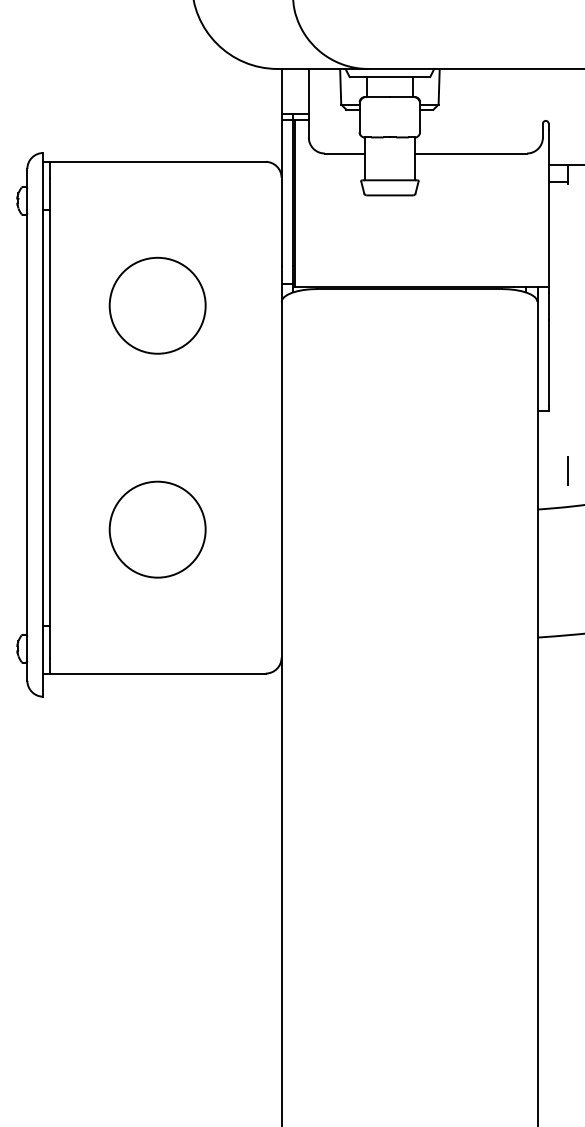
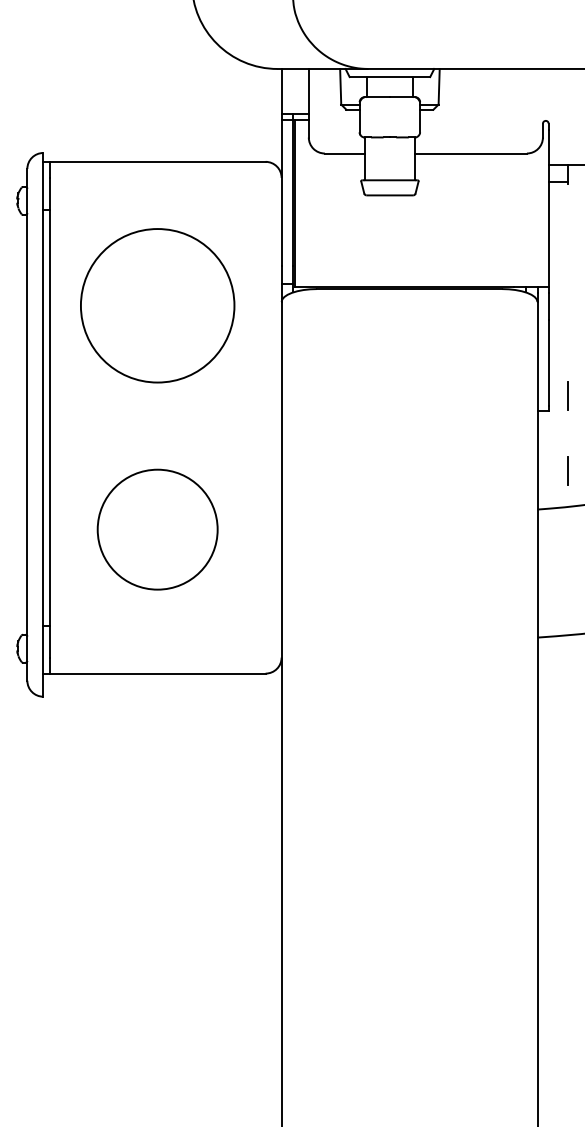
circle at (157, 305) diameter: 96 px -> 154 px
line at (567, 395): none -> present
circle at (157, 529) diameter: 96 px -> 120 px
